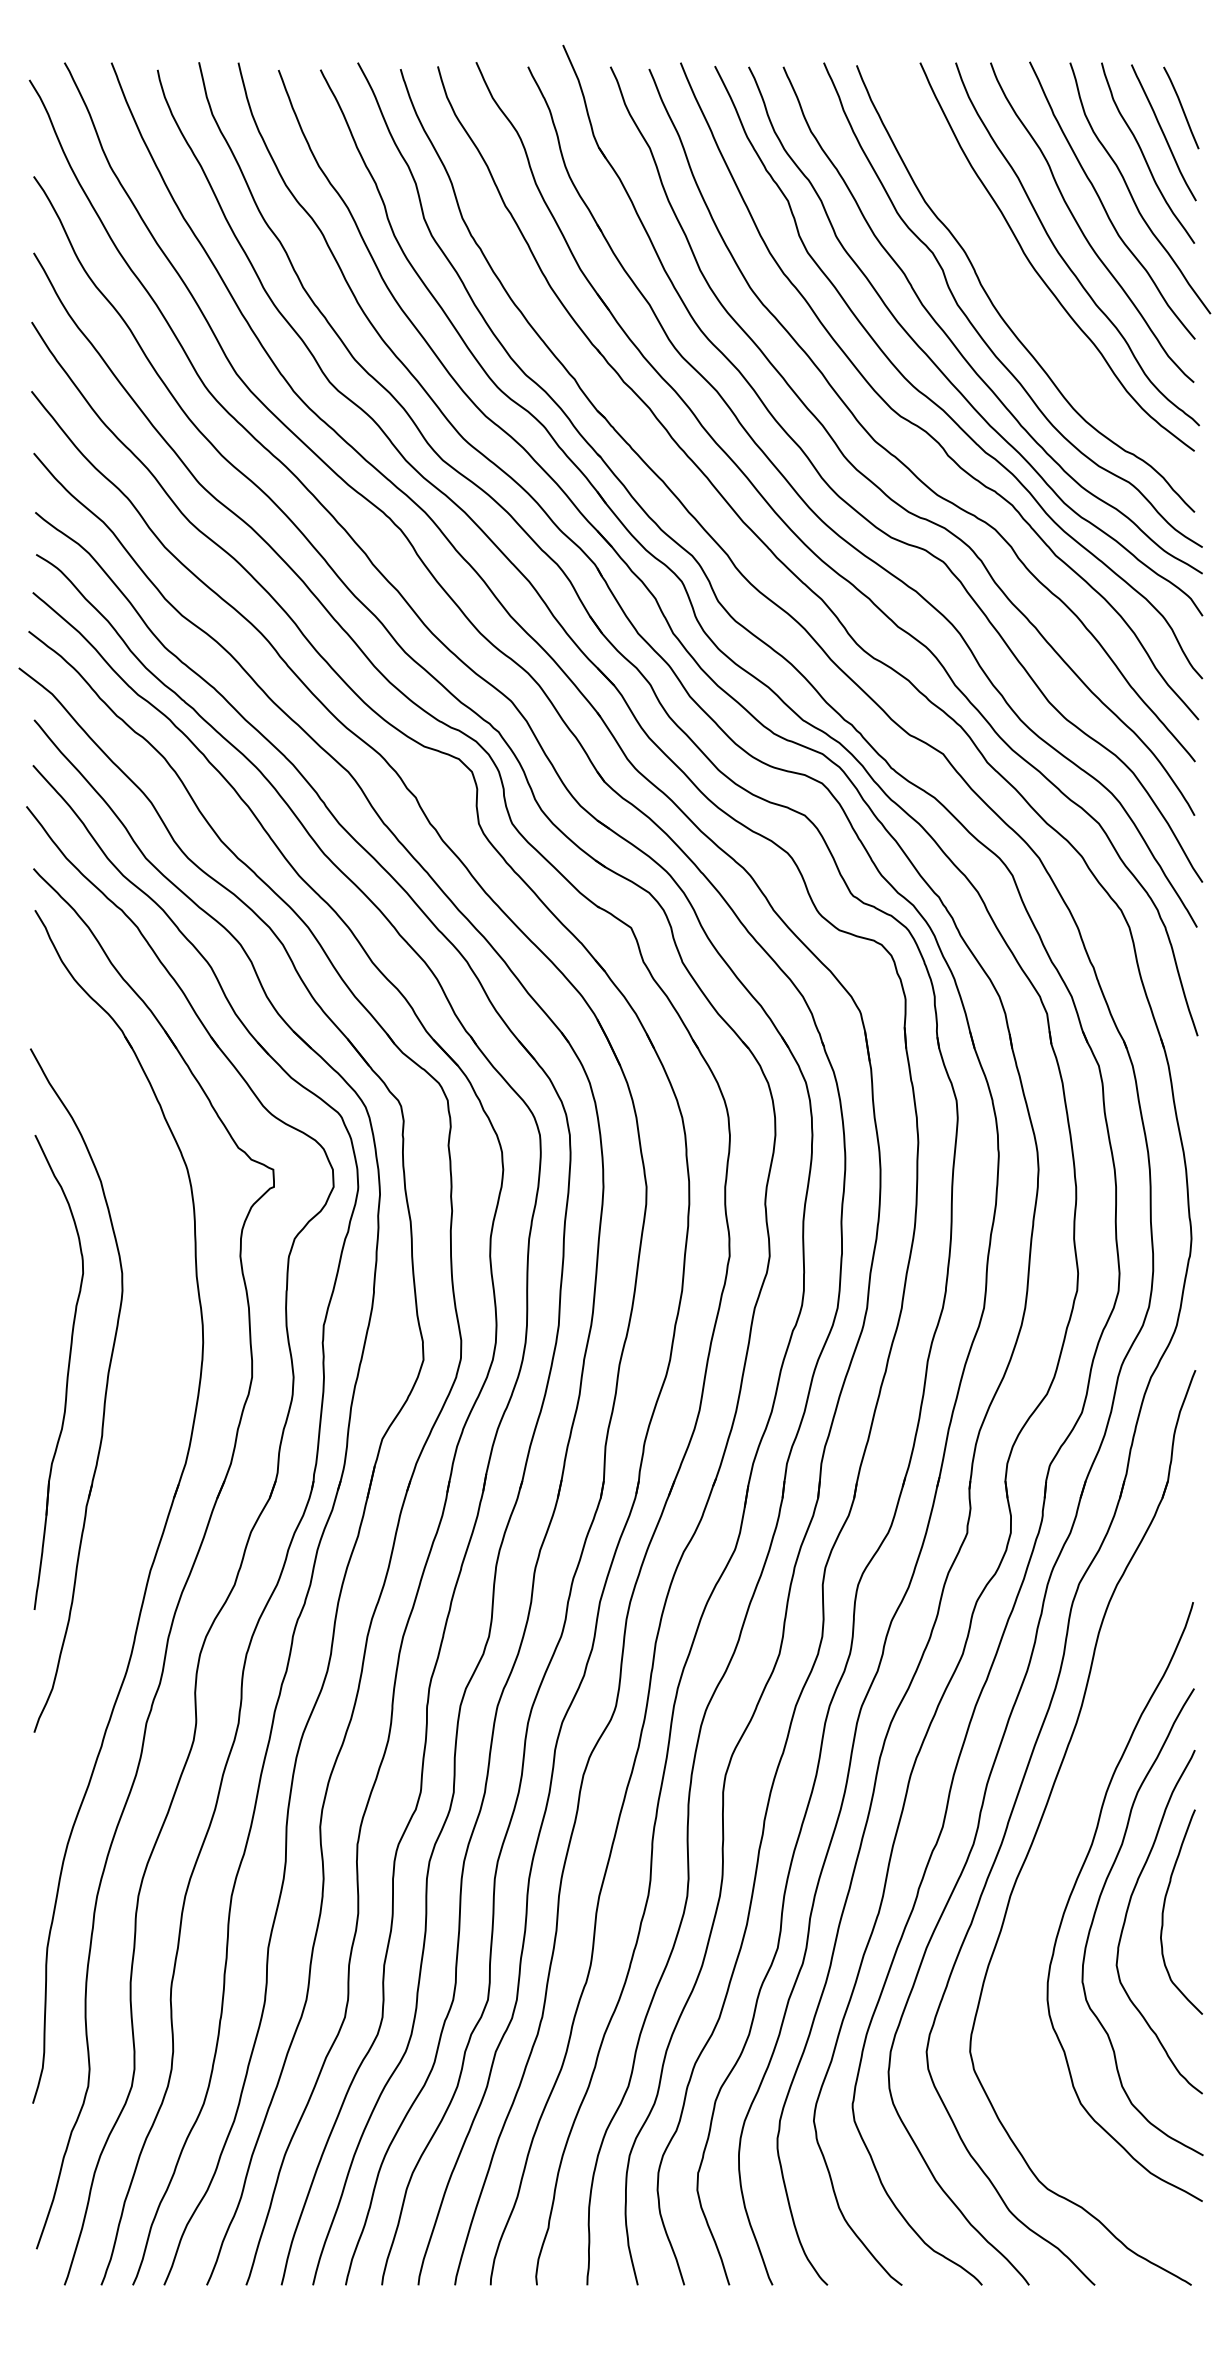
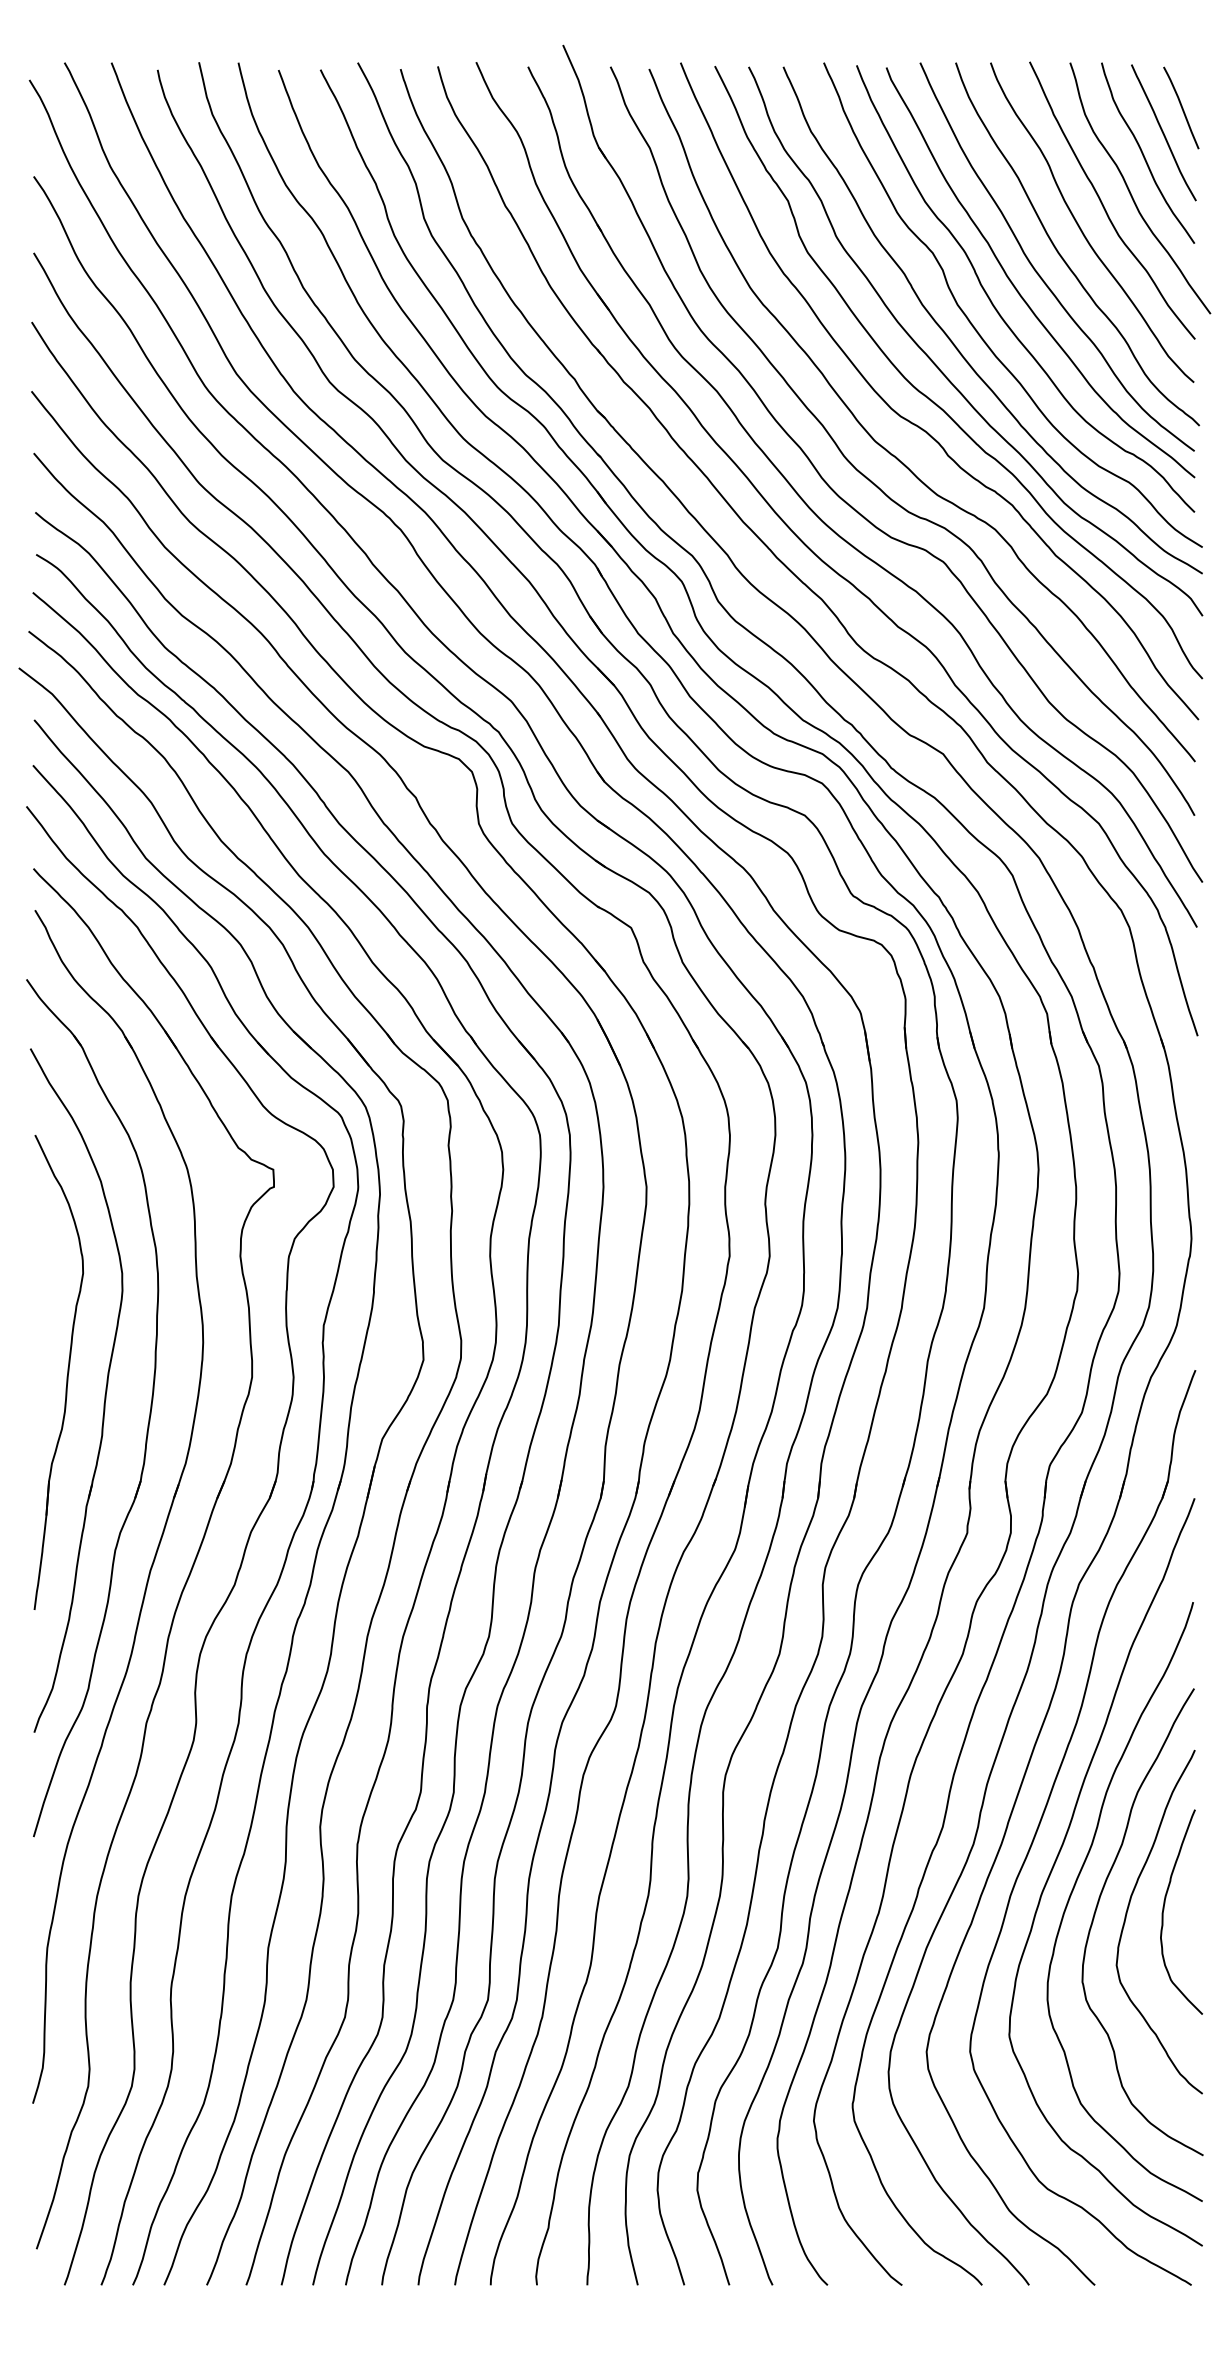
curve at (1016, 287): none -> present
part at (148, 1418): none -> present
curve at (1061, 1850): none -> present
